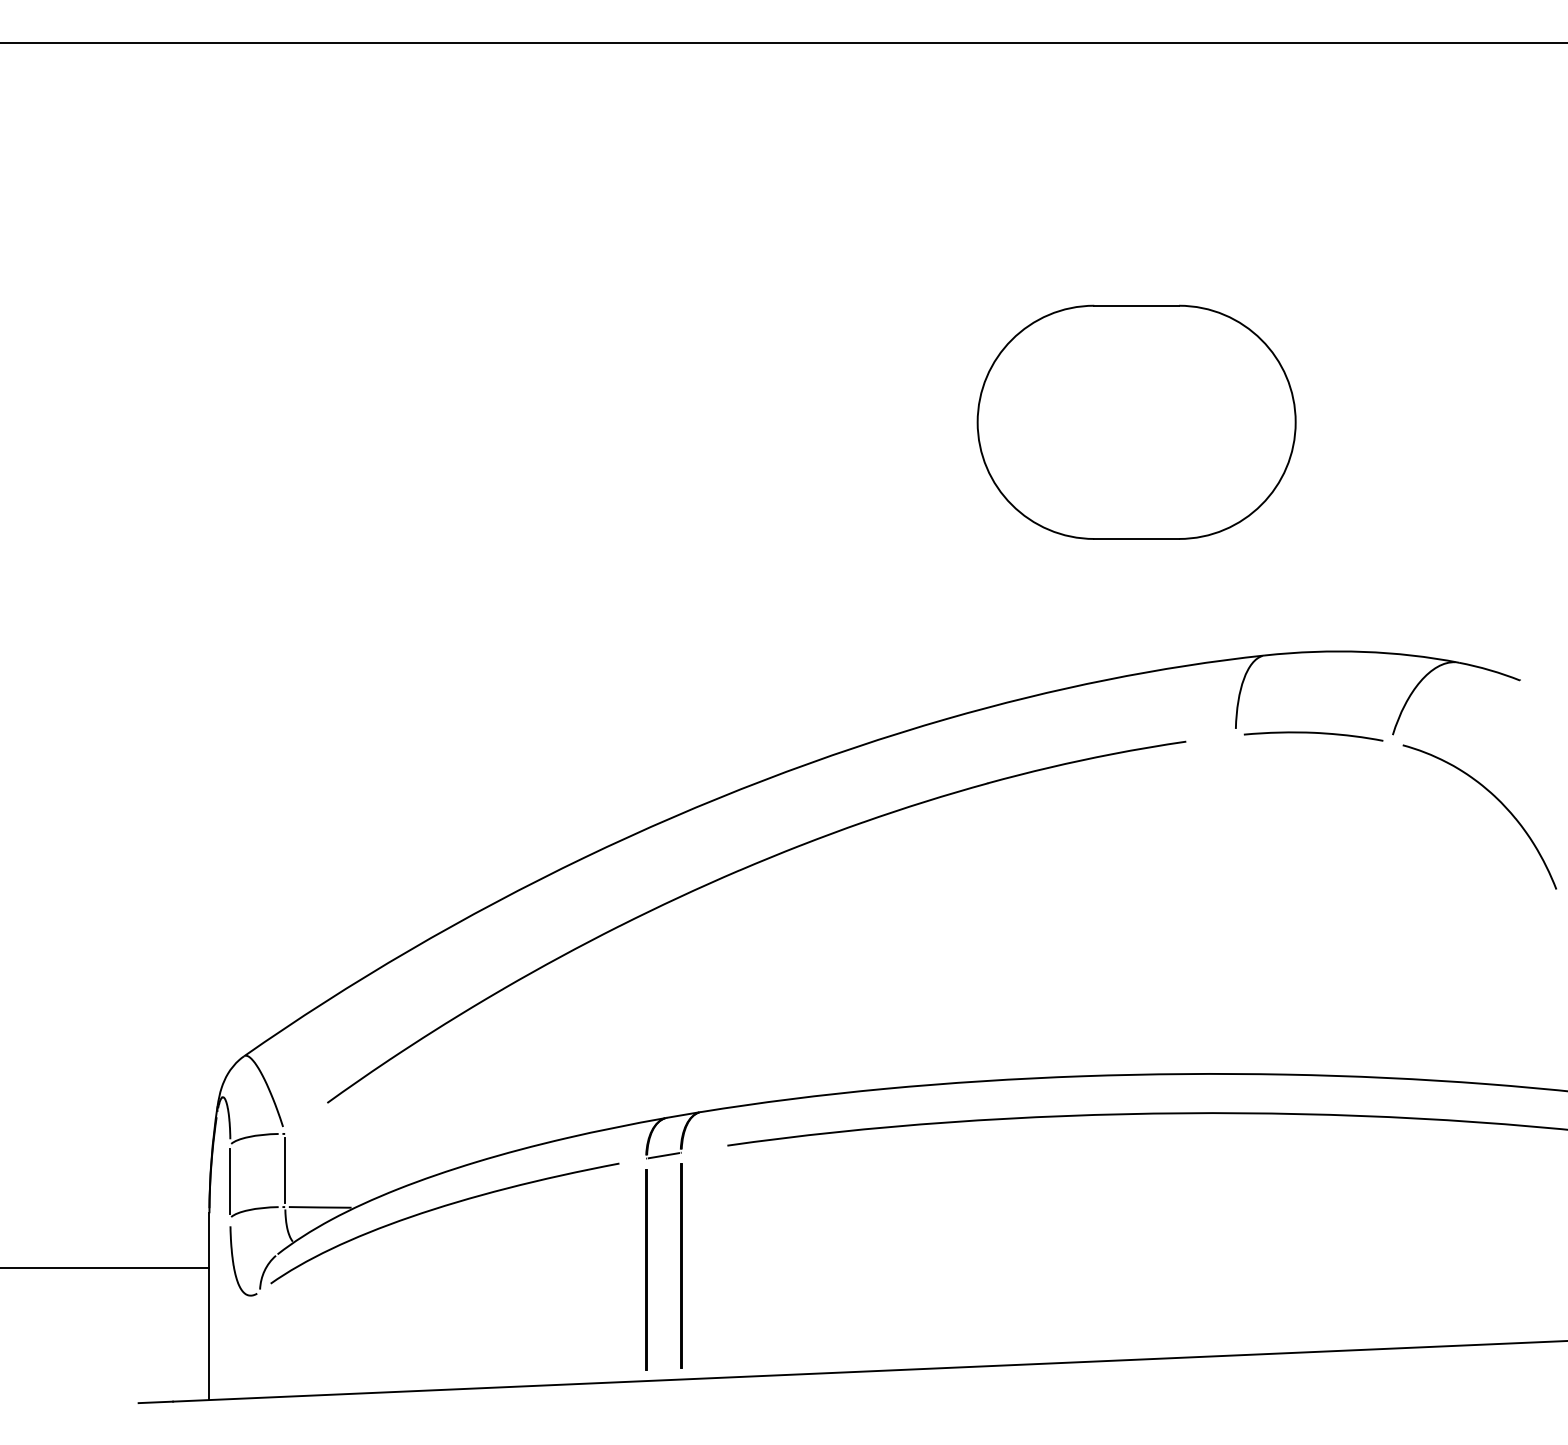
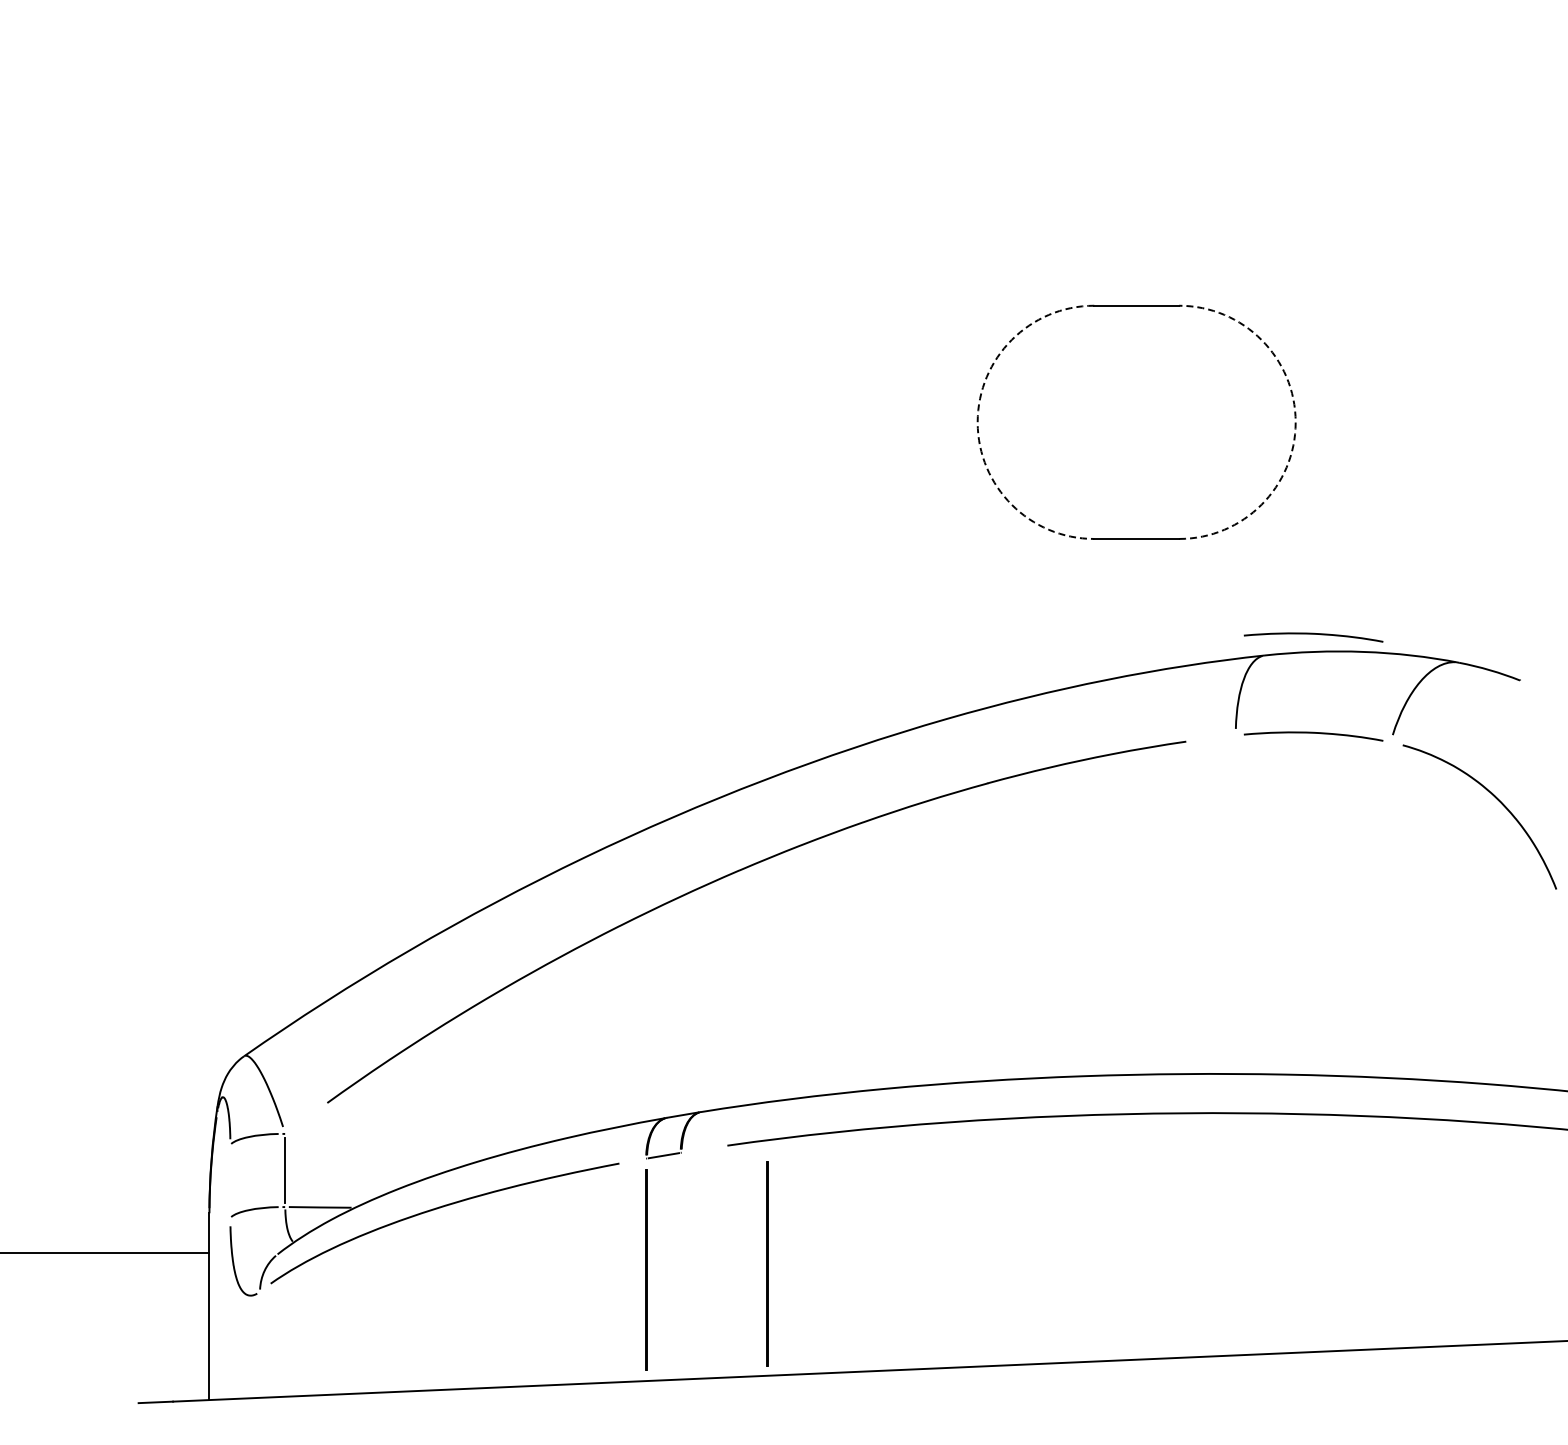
line at (783, 43): present -> none
arc at (977, 422): solid -> dashed
arc at (1295, 422): solid -> dashed
curve at (1313, 634): none -> present
line at (230, 1181): present -> none
line at (681, 1265) position: (681, 1265) -> (767, 1263)
line at (105, 1267) position: (105, 1267) -> (105, 1252)
